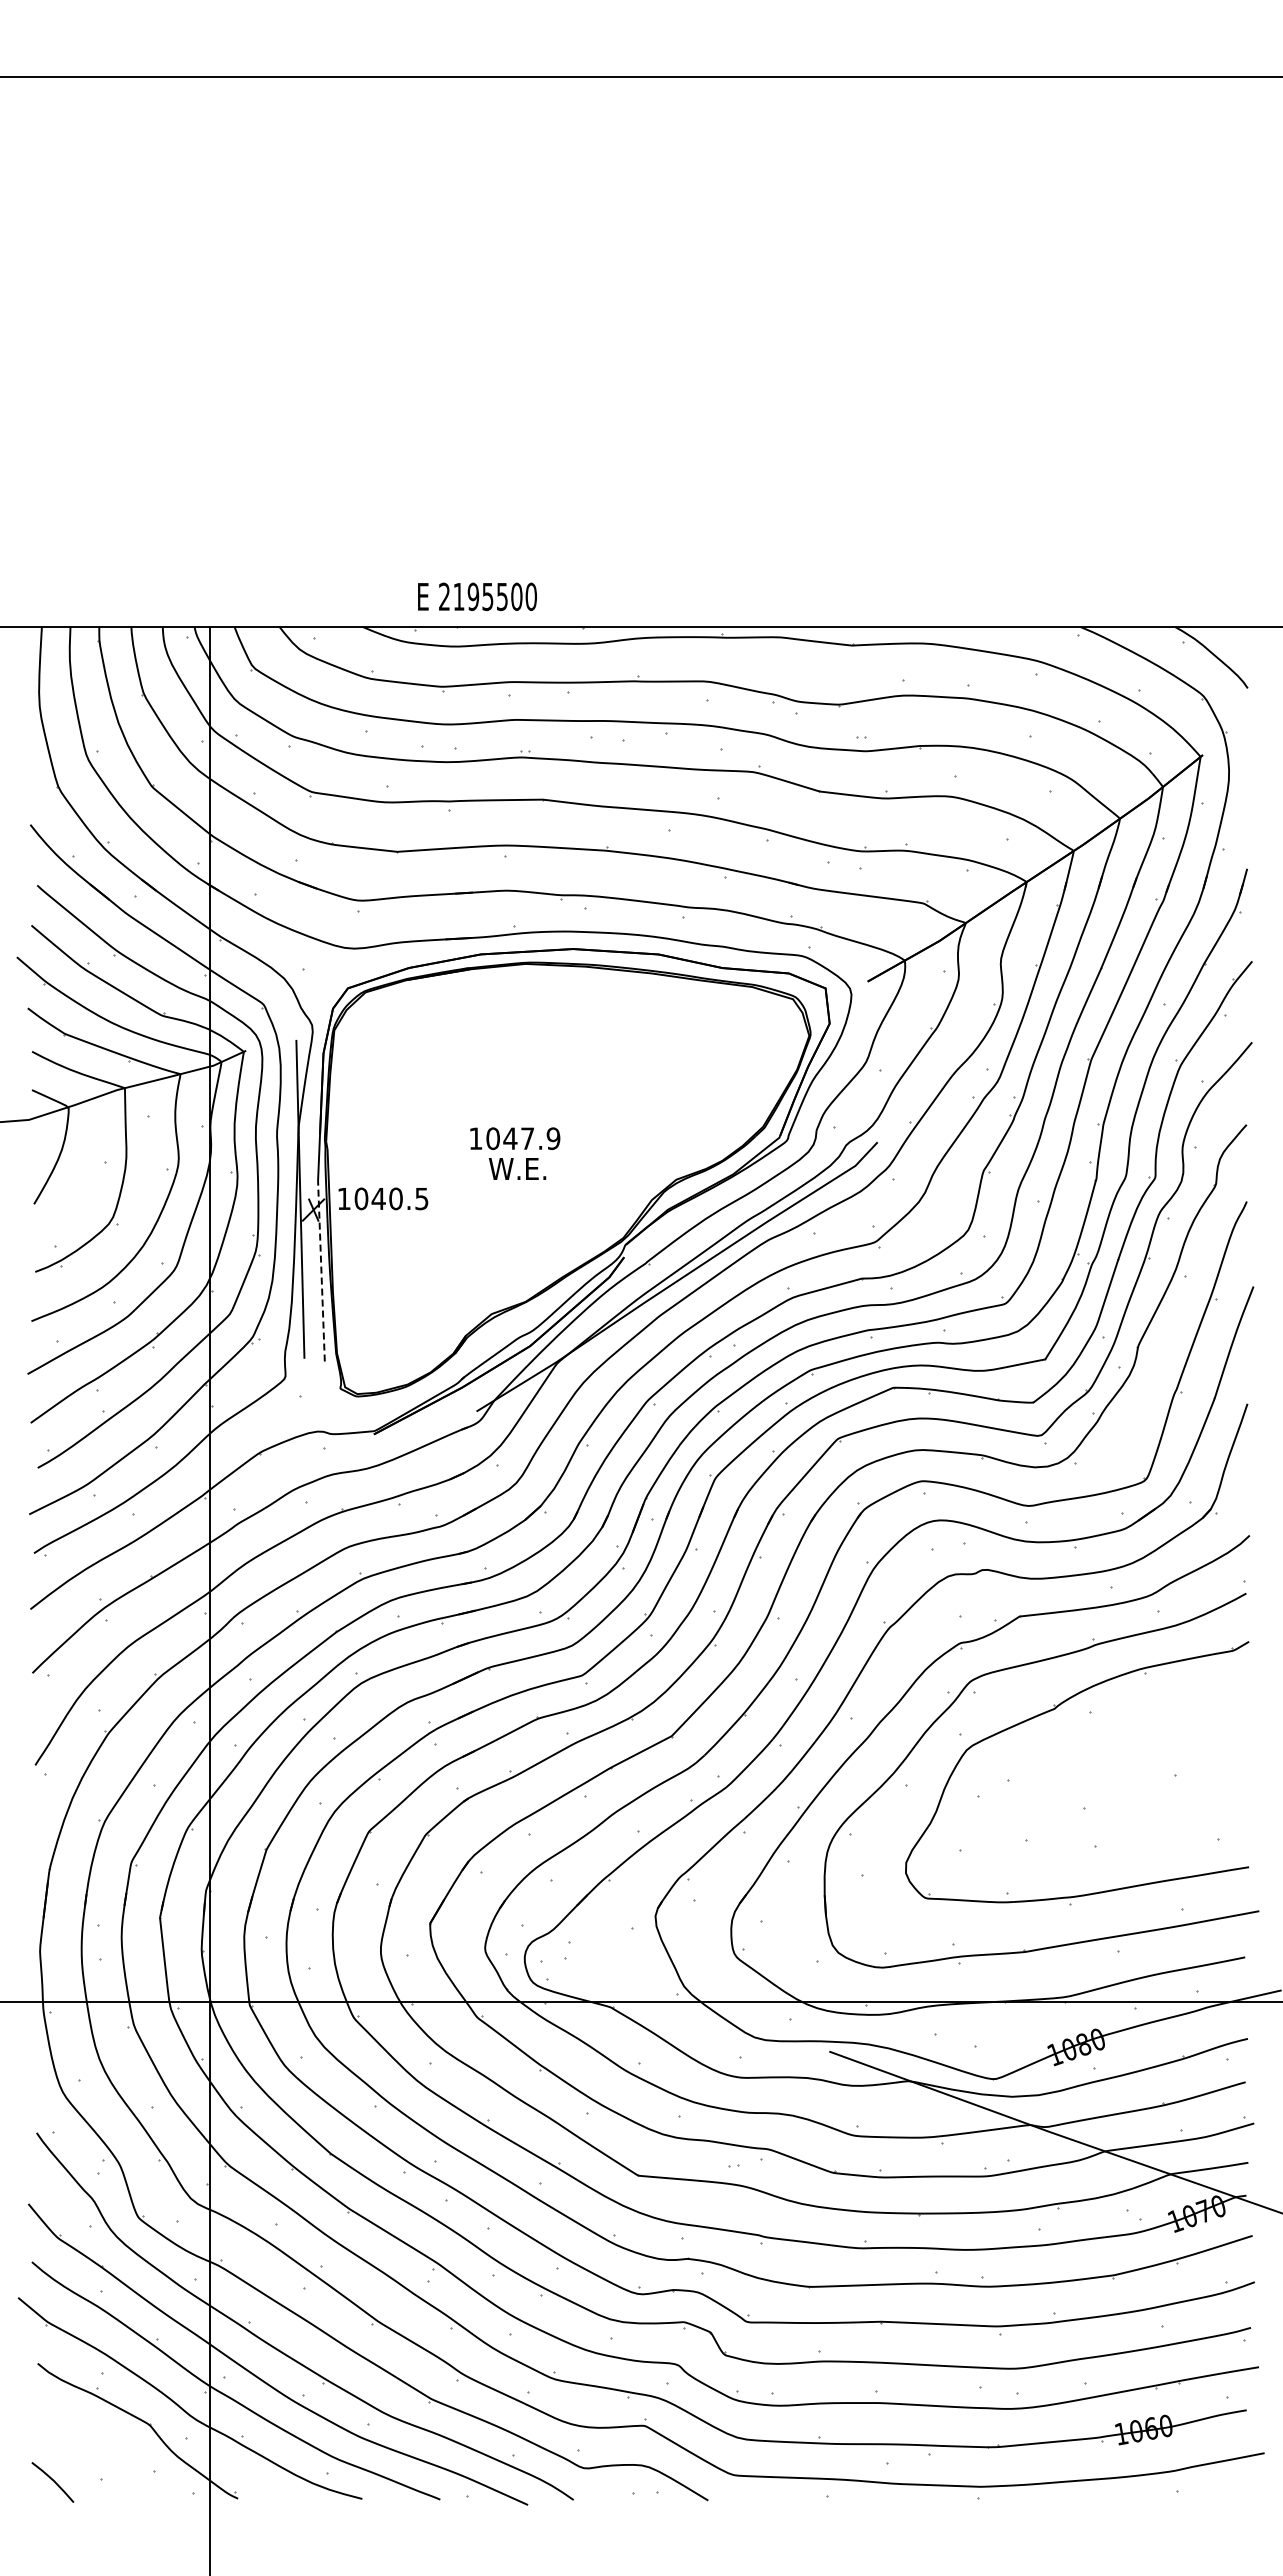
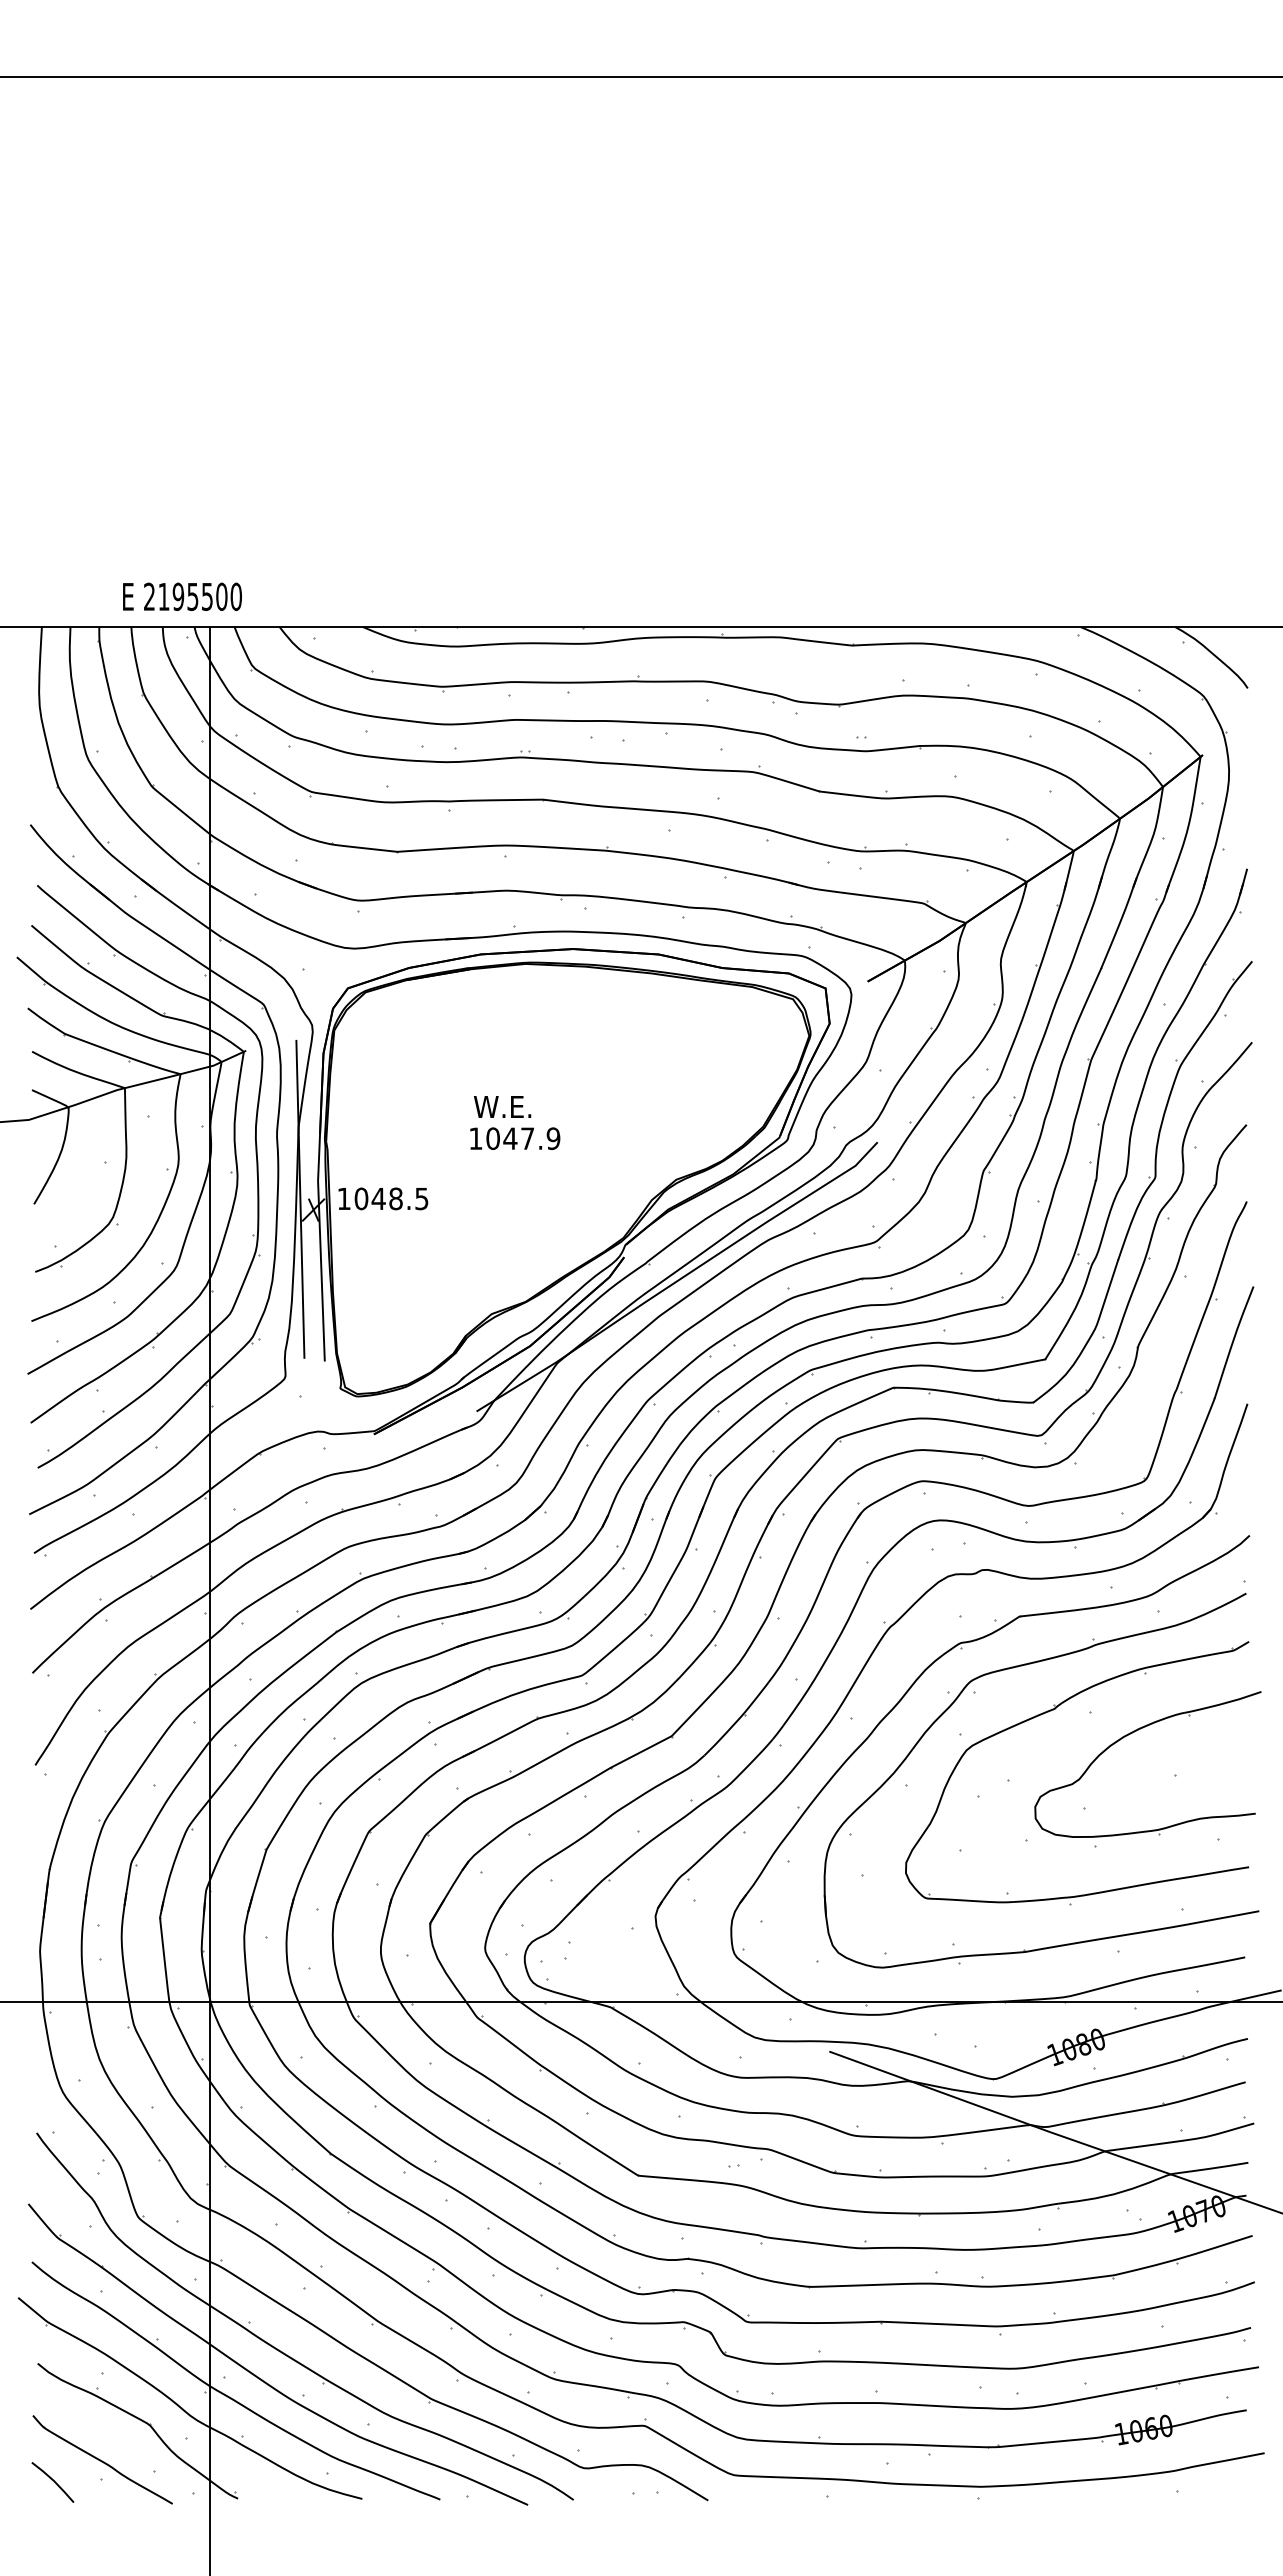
text at (477, 596) position: (477, 596) -> (182, 596)
text at (517, 1168) position: (517, 1168) -> (502, 1106)
text at (395, 1198): 1040.5 -> 1048.5
line at (321, 1270): dashed -> solid
part at (1132, 1733): none -> present
part at (102, 2459): none -> present
